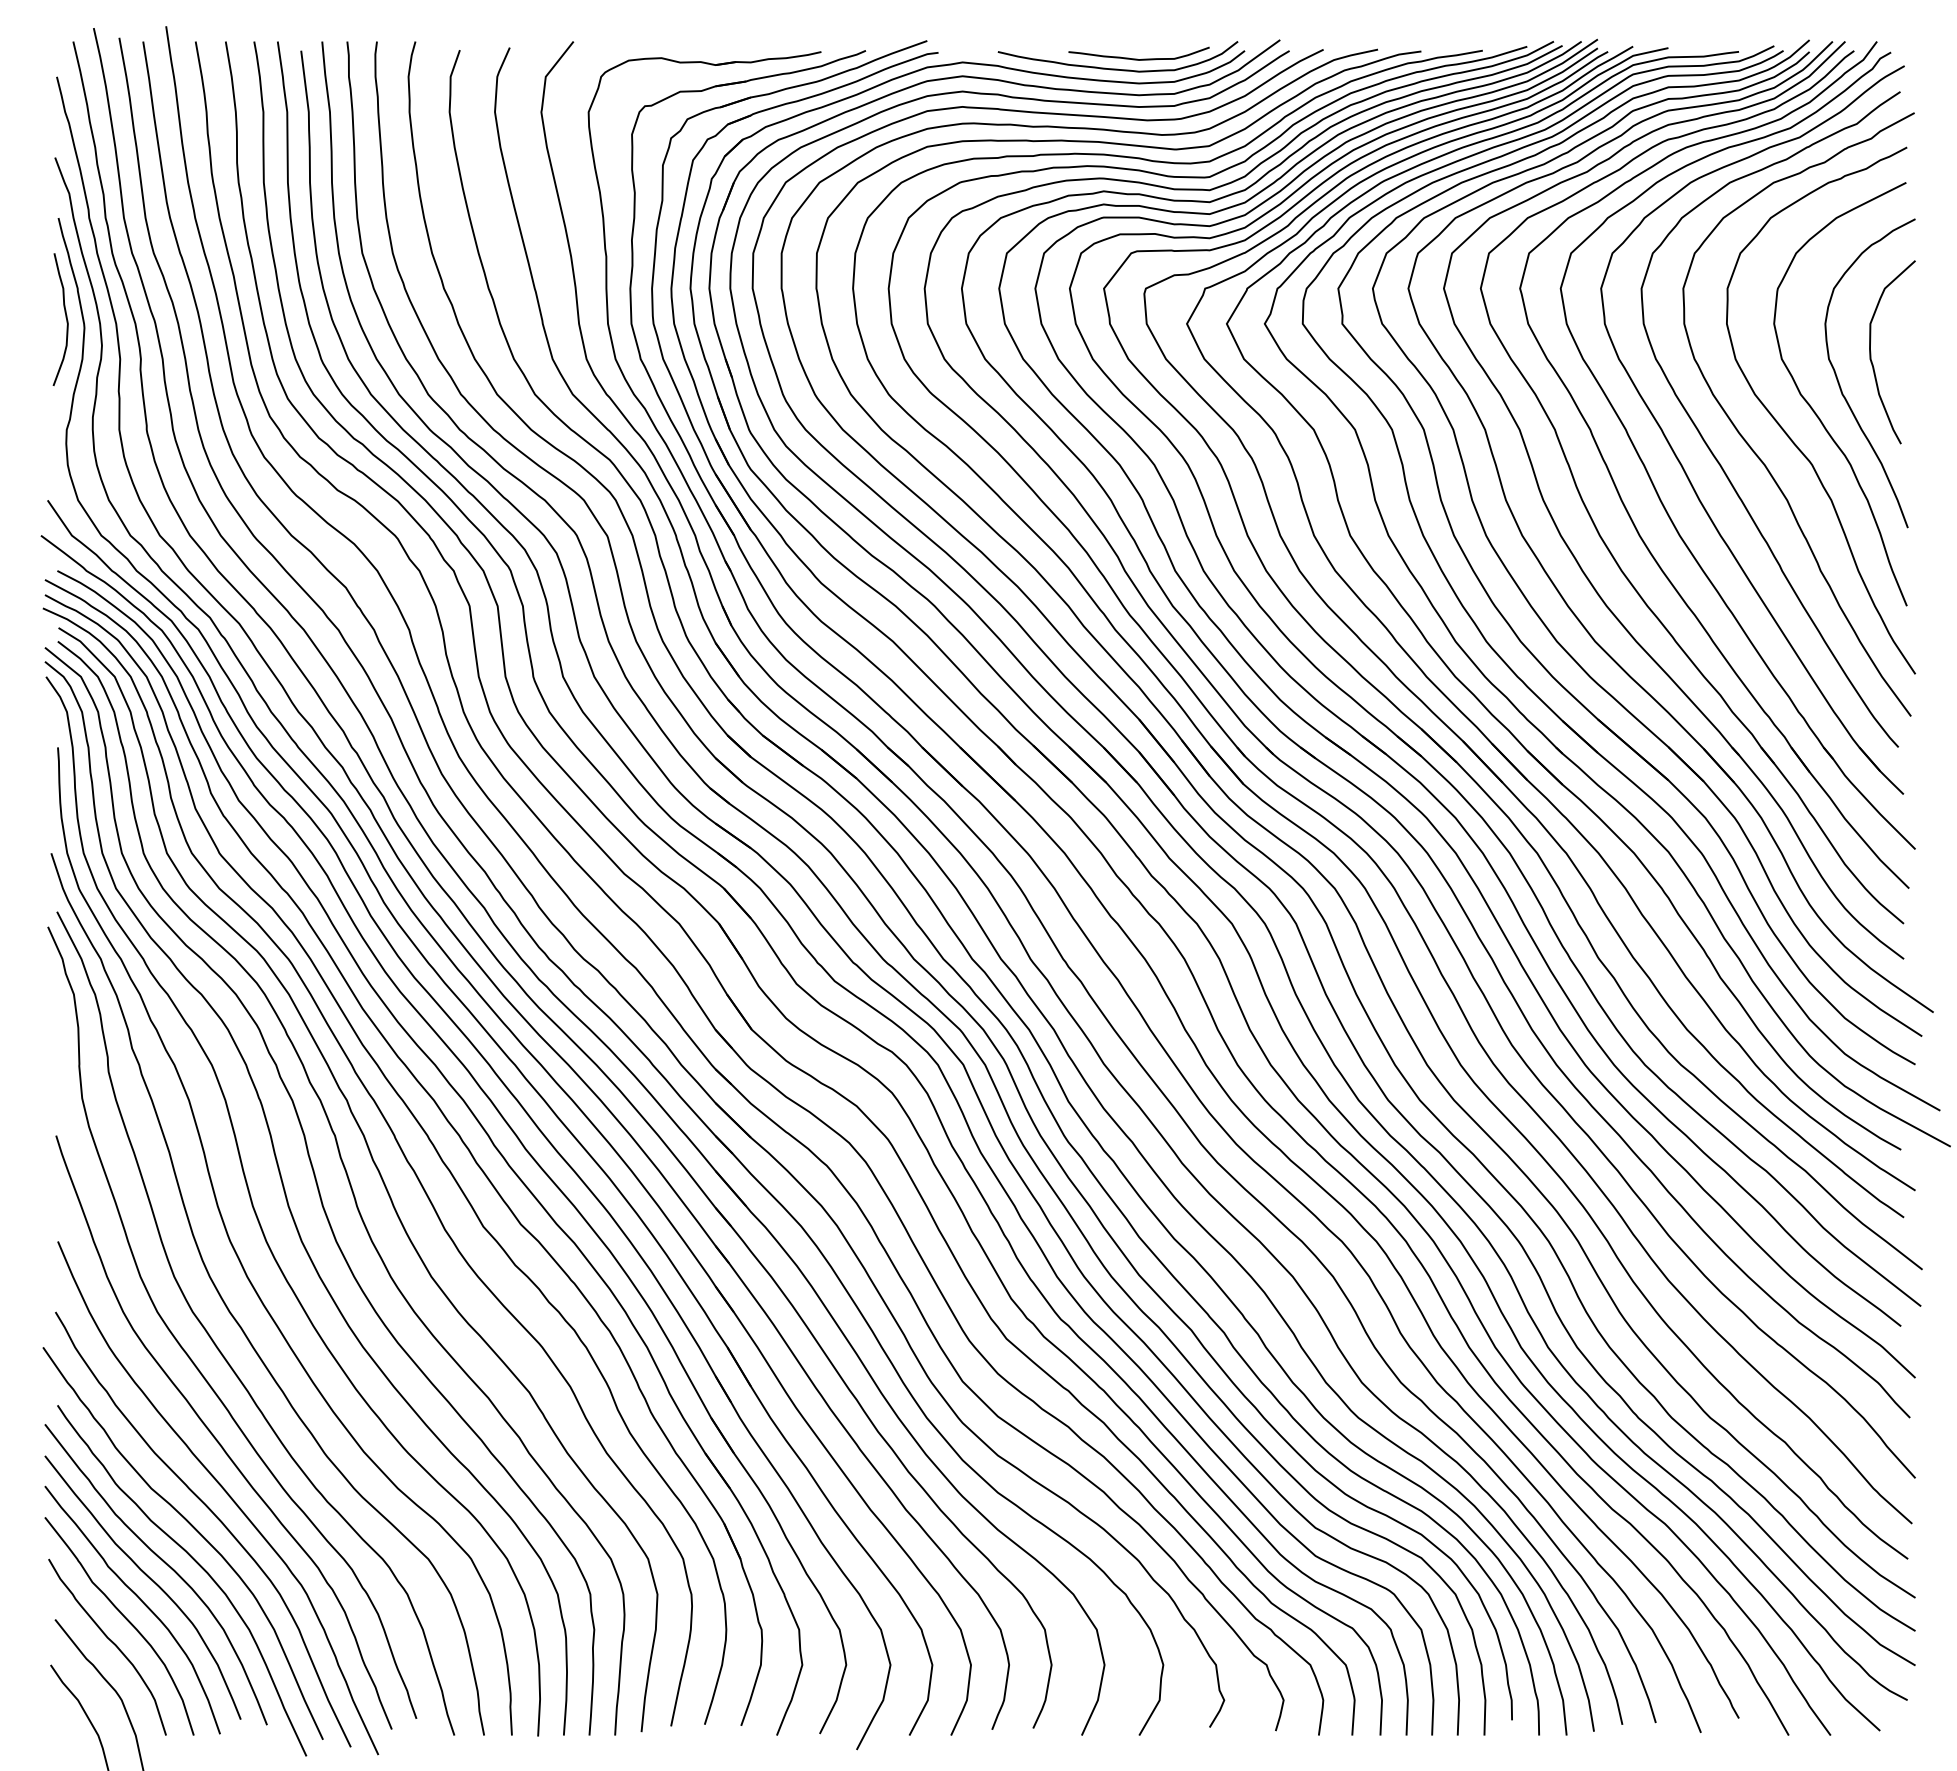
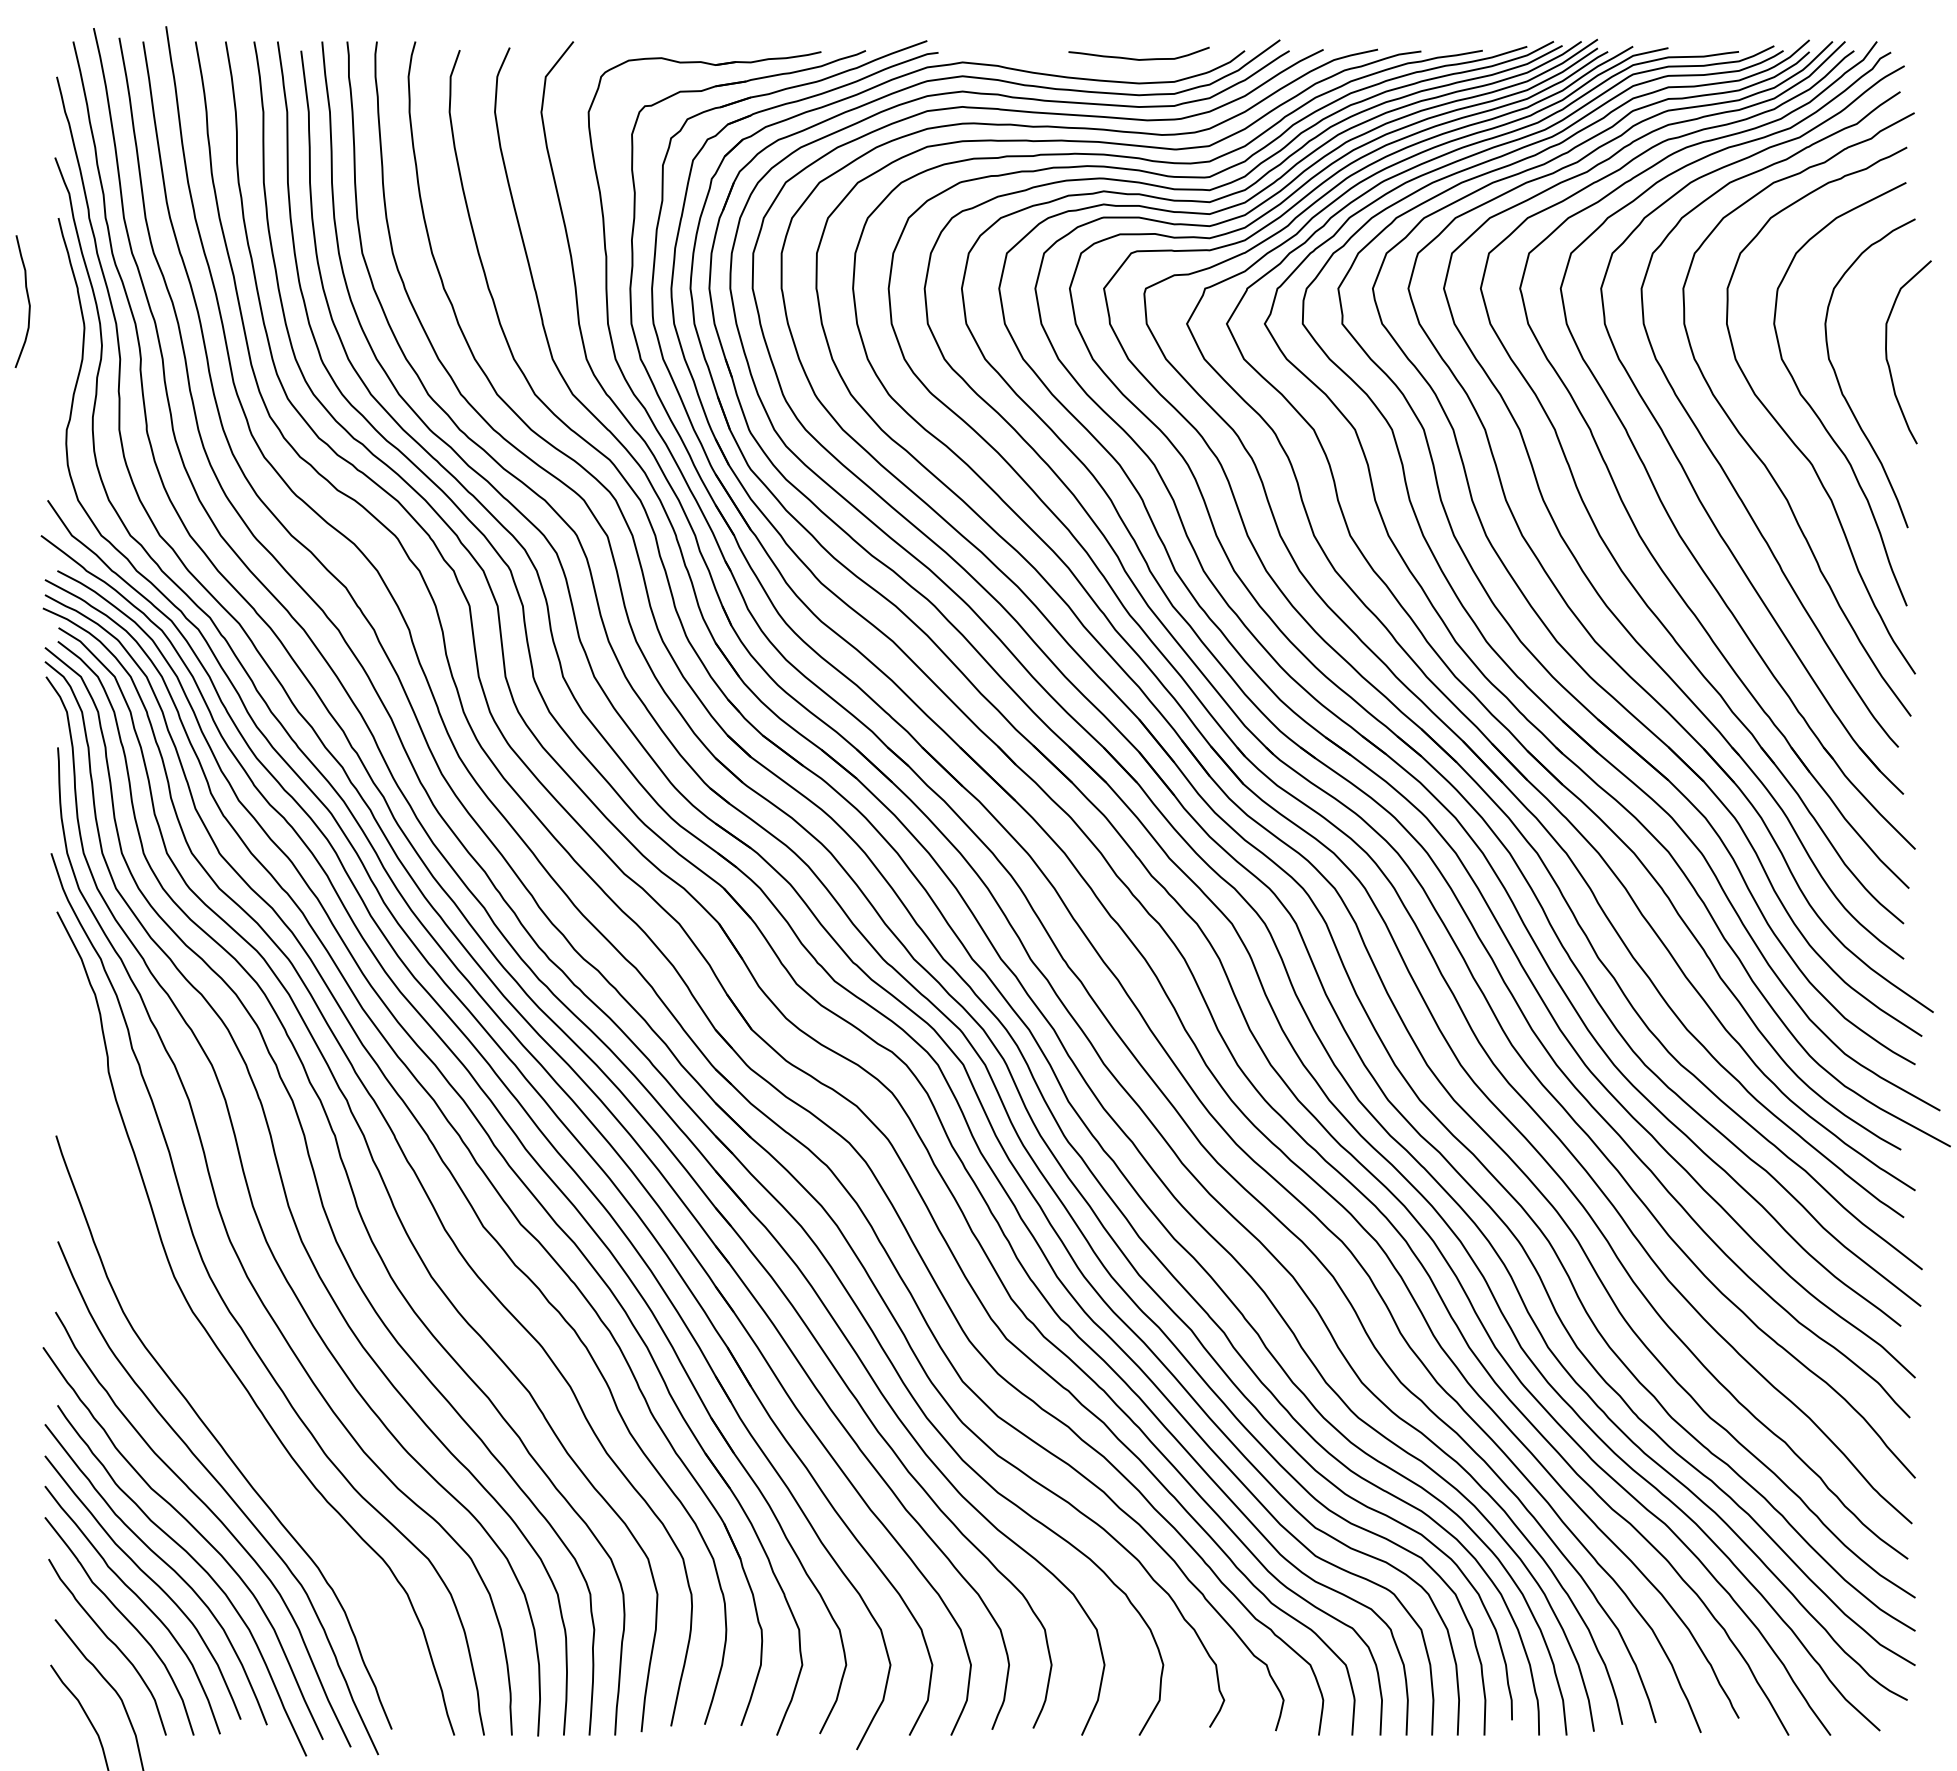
curve at (1117, 68): present -> none
curve at (65, 317) position: (65, 317) -> (27, 299)
curve at (1871, 352) position: (1871, 352) -> (1887, 352)
curve at (189, 1355): present -> none
